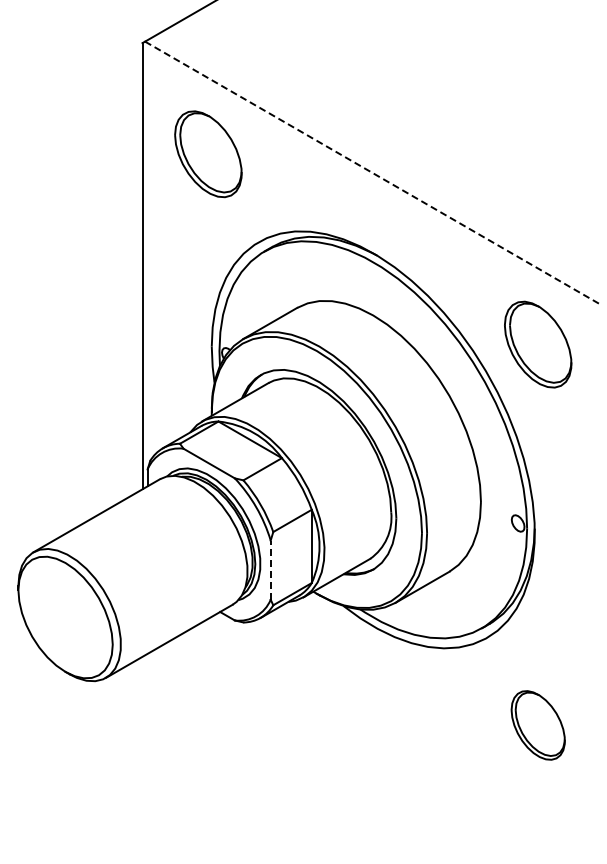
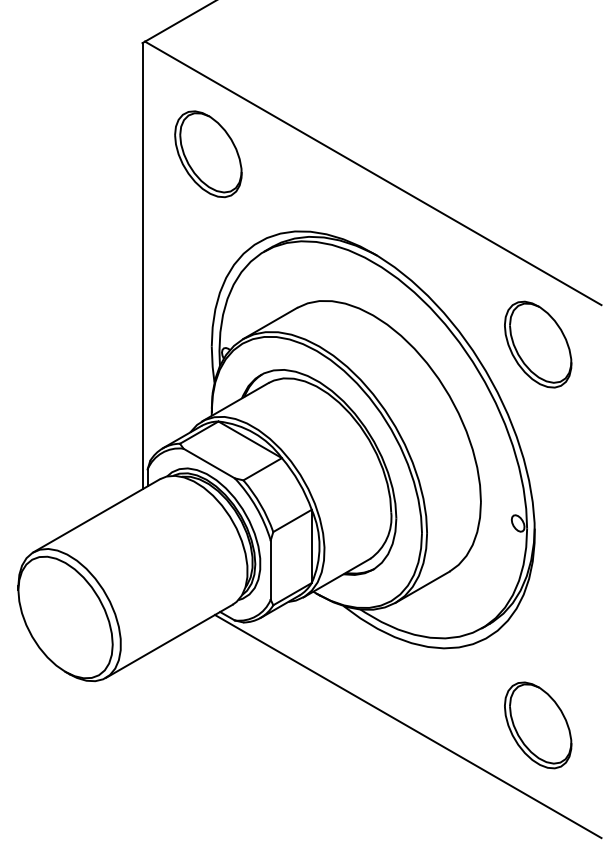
line at (373, 173): dashed -> solid
line at (270, 570): dashed -> solid
part at (537, 725) size: 56x71 px -> 69x89 px
line at (407, 726): none -> present
